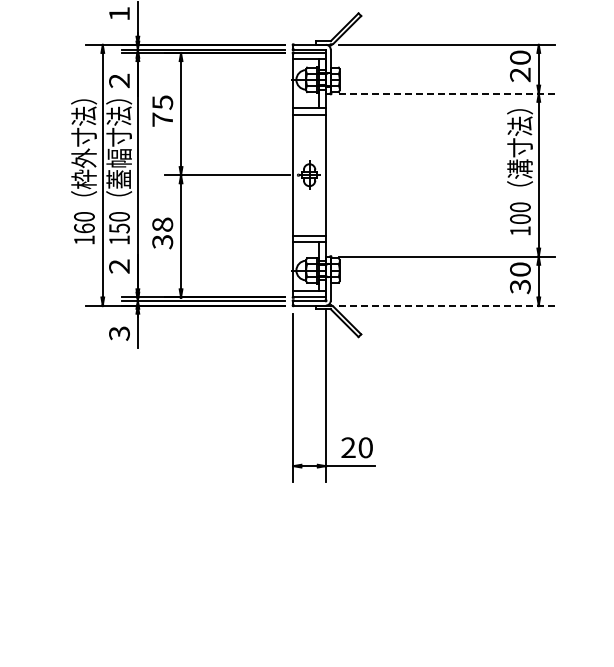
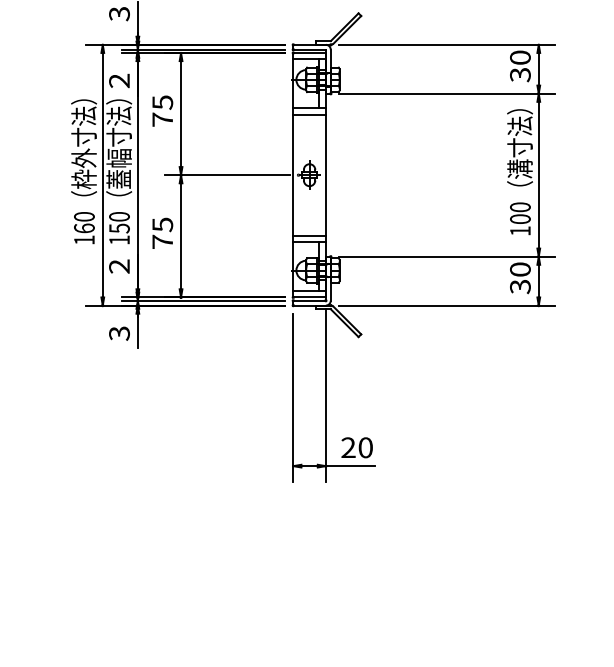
text at (119, 14): 1 -> 3
text at (520, 74): 20 -> 30
line at (447, 93): dashed -> solid
text at (162, 233): 38 -> 75
line at (447, 305): dashed -> solid
